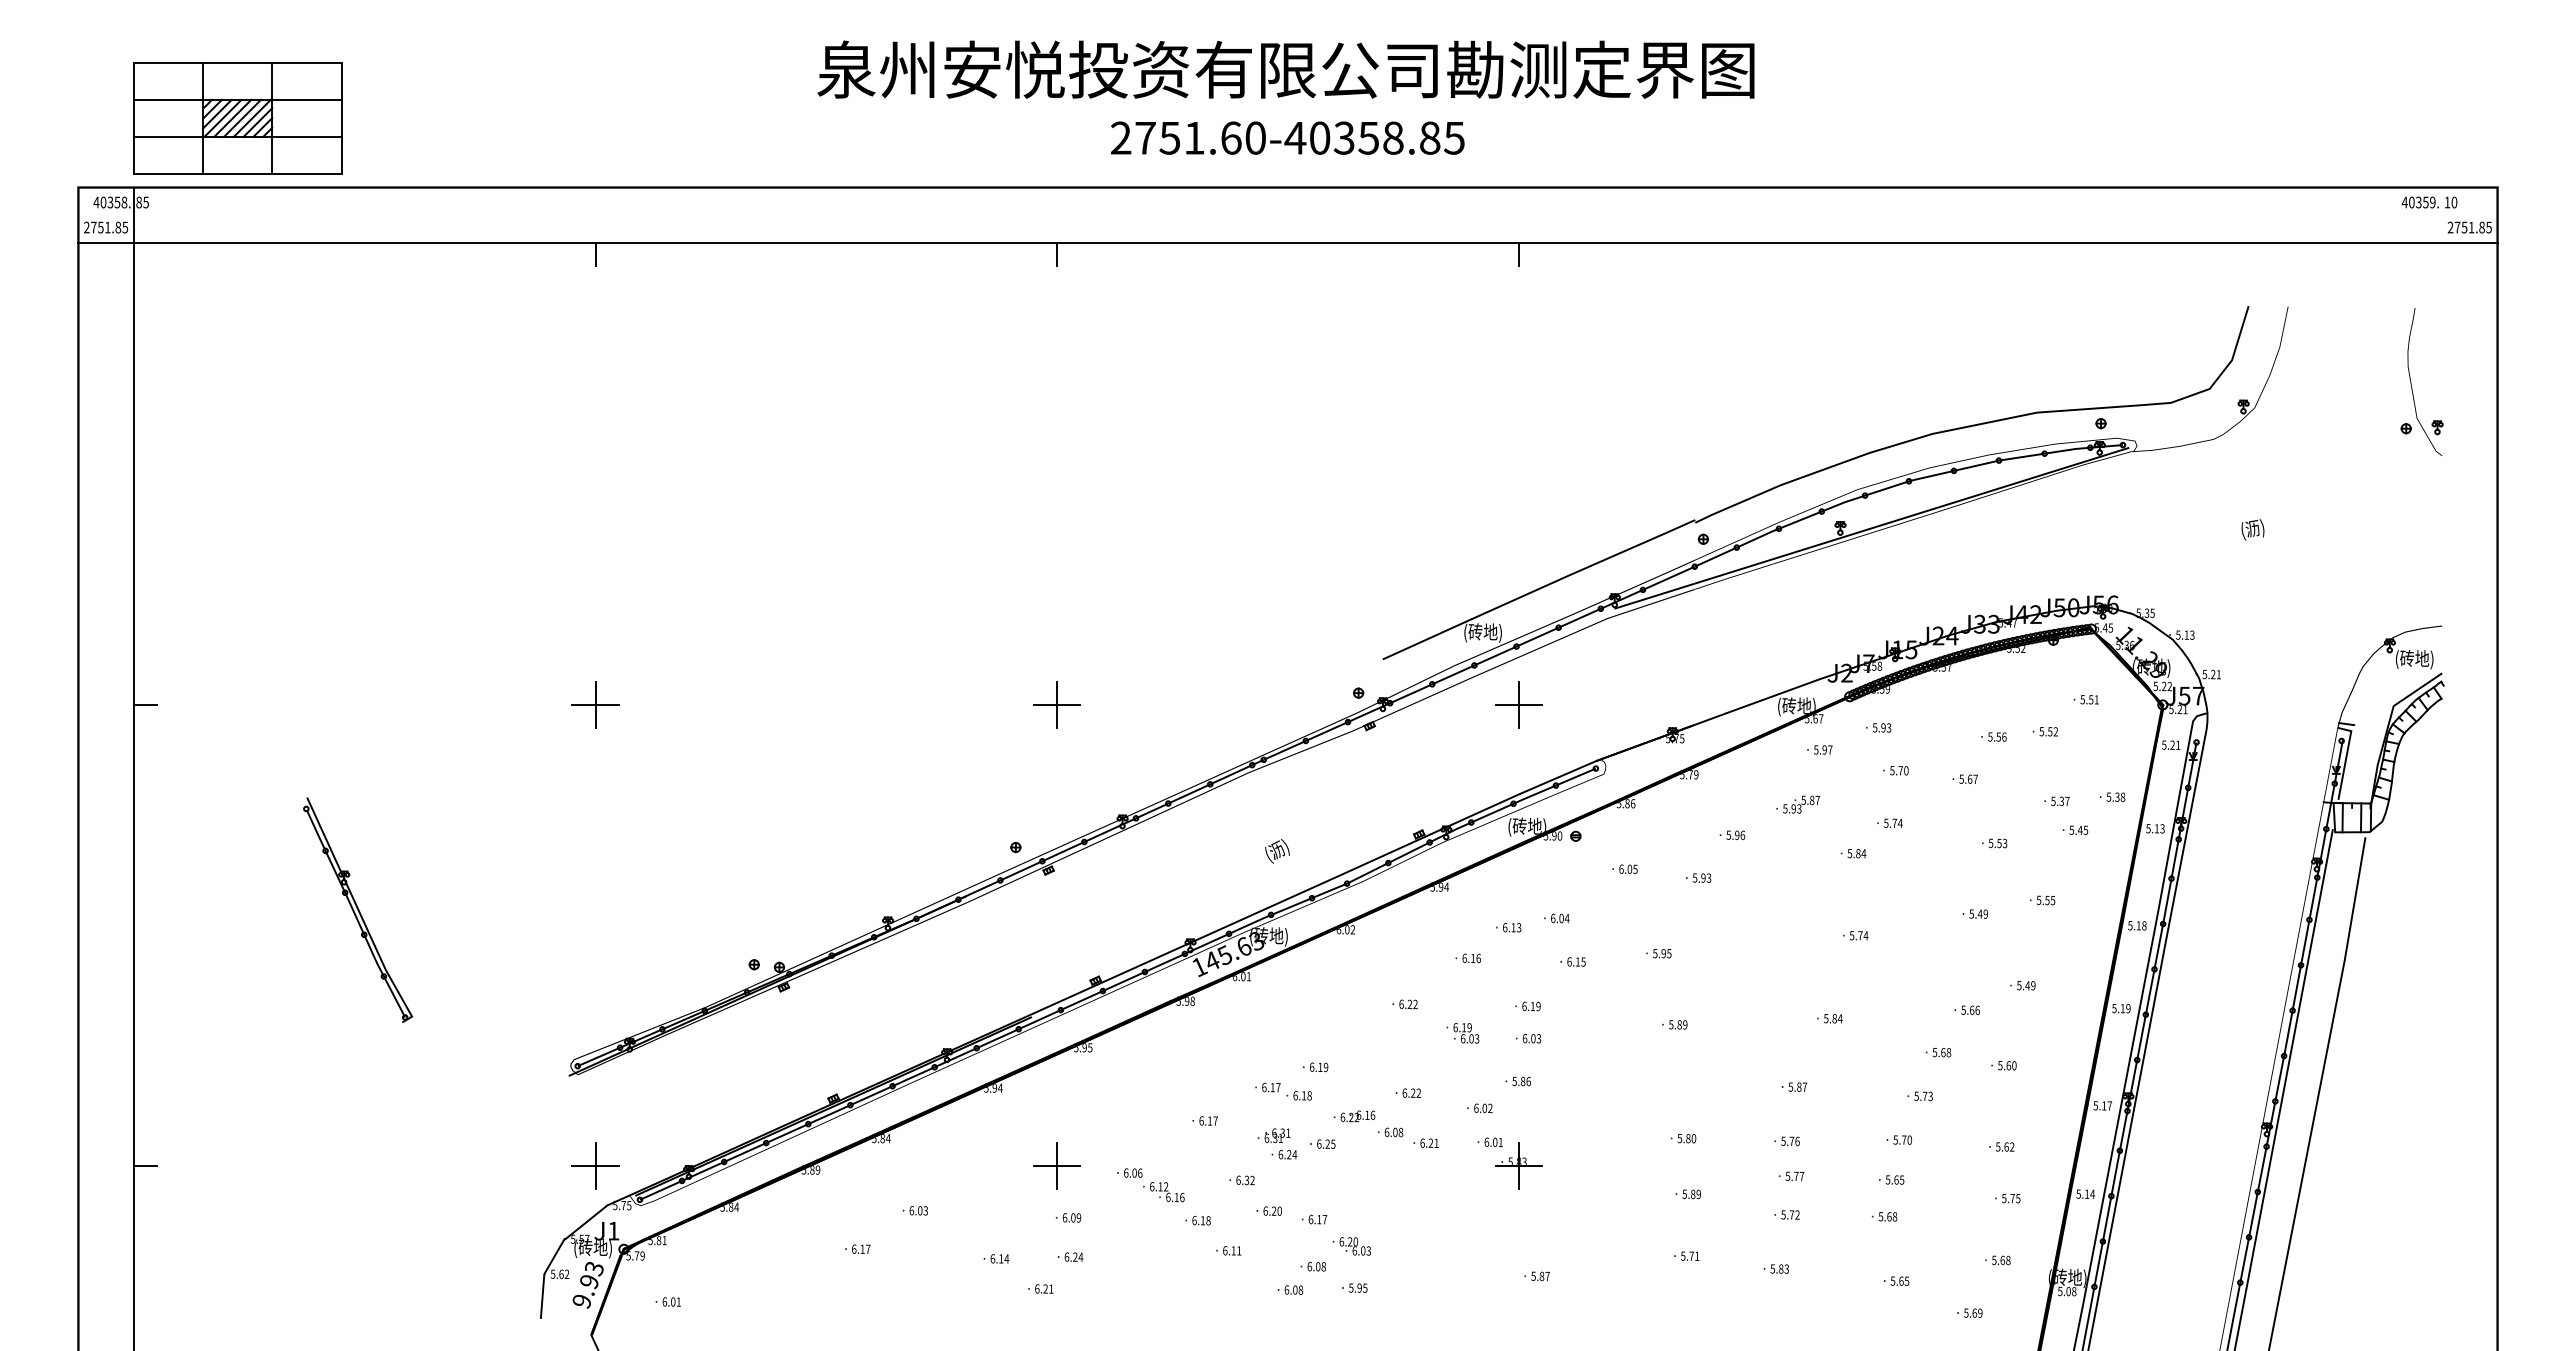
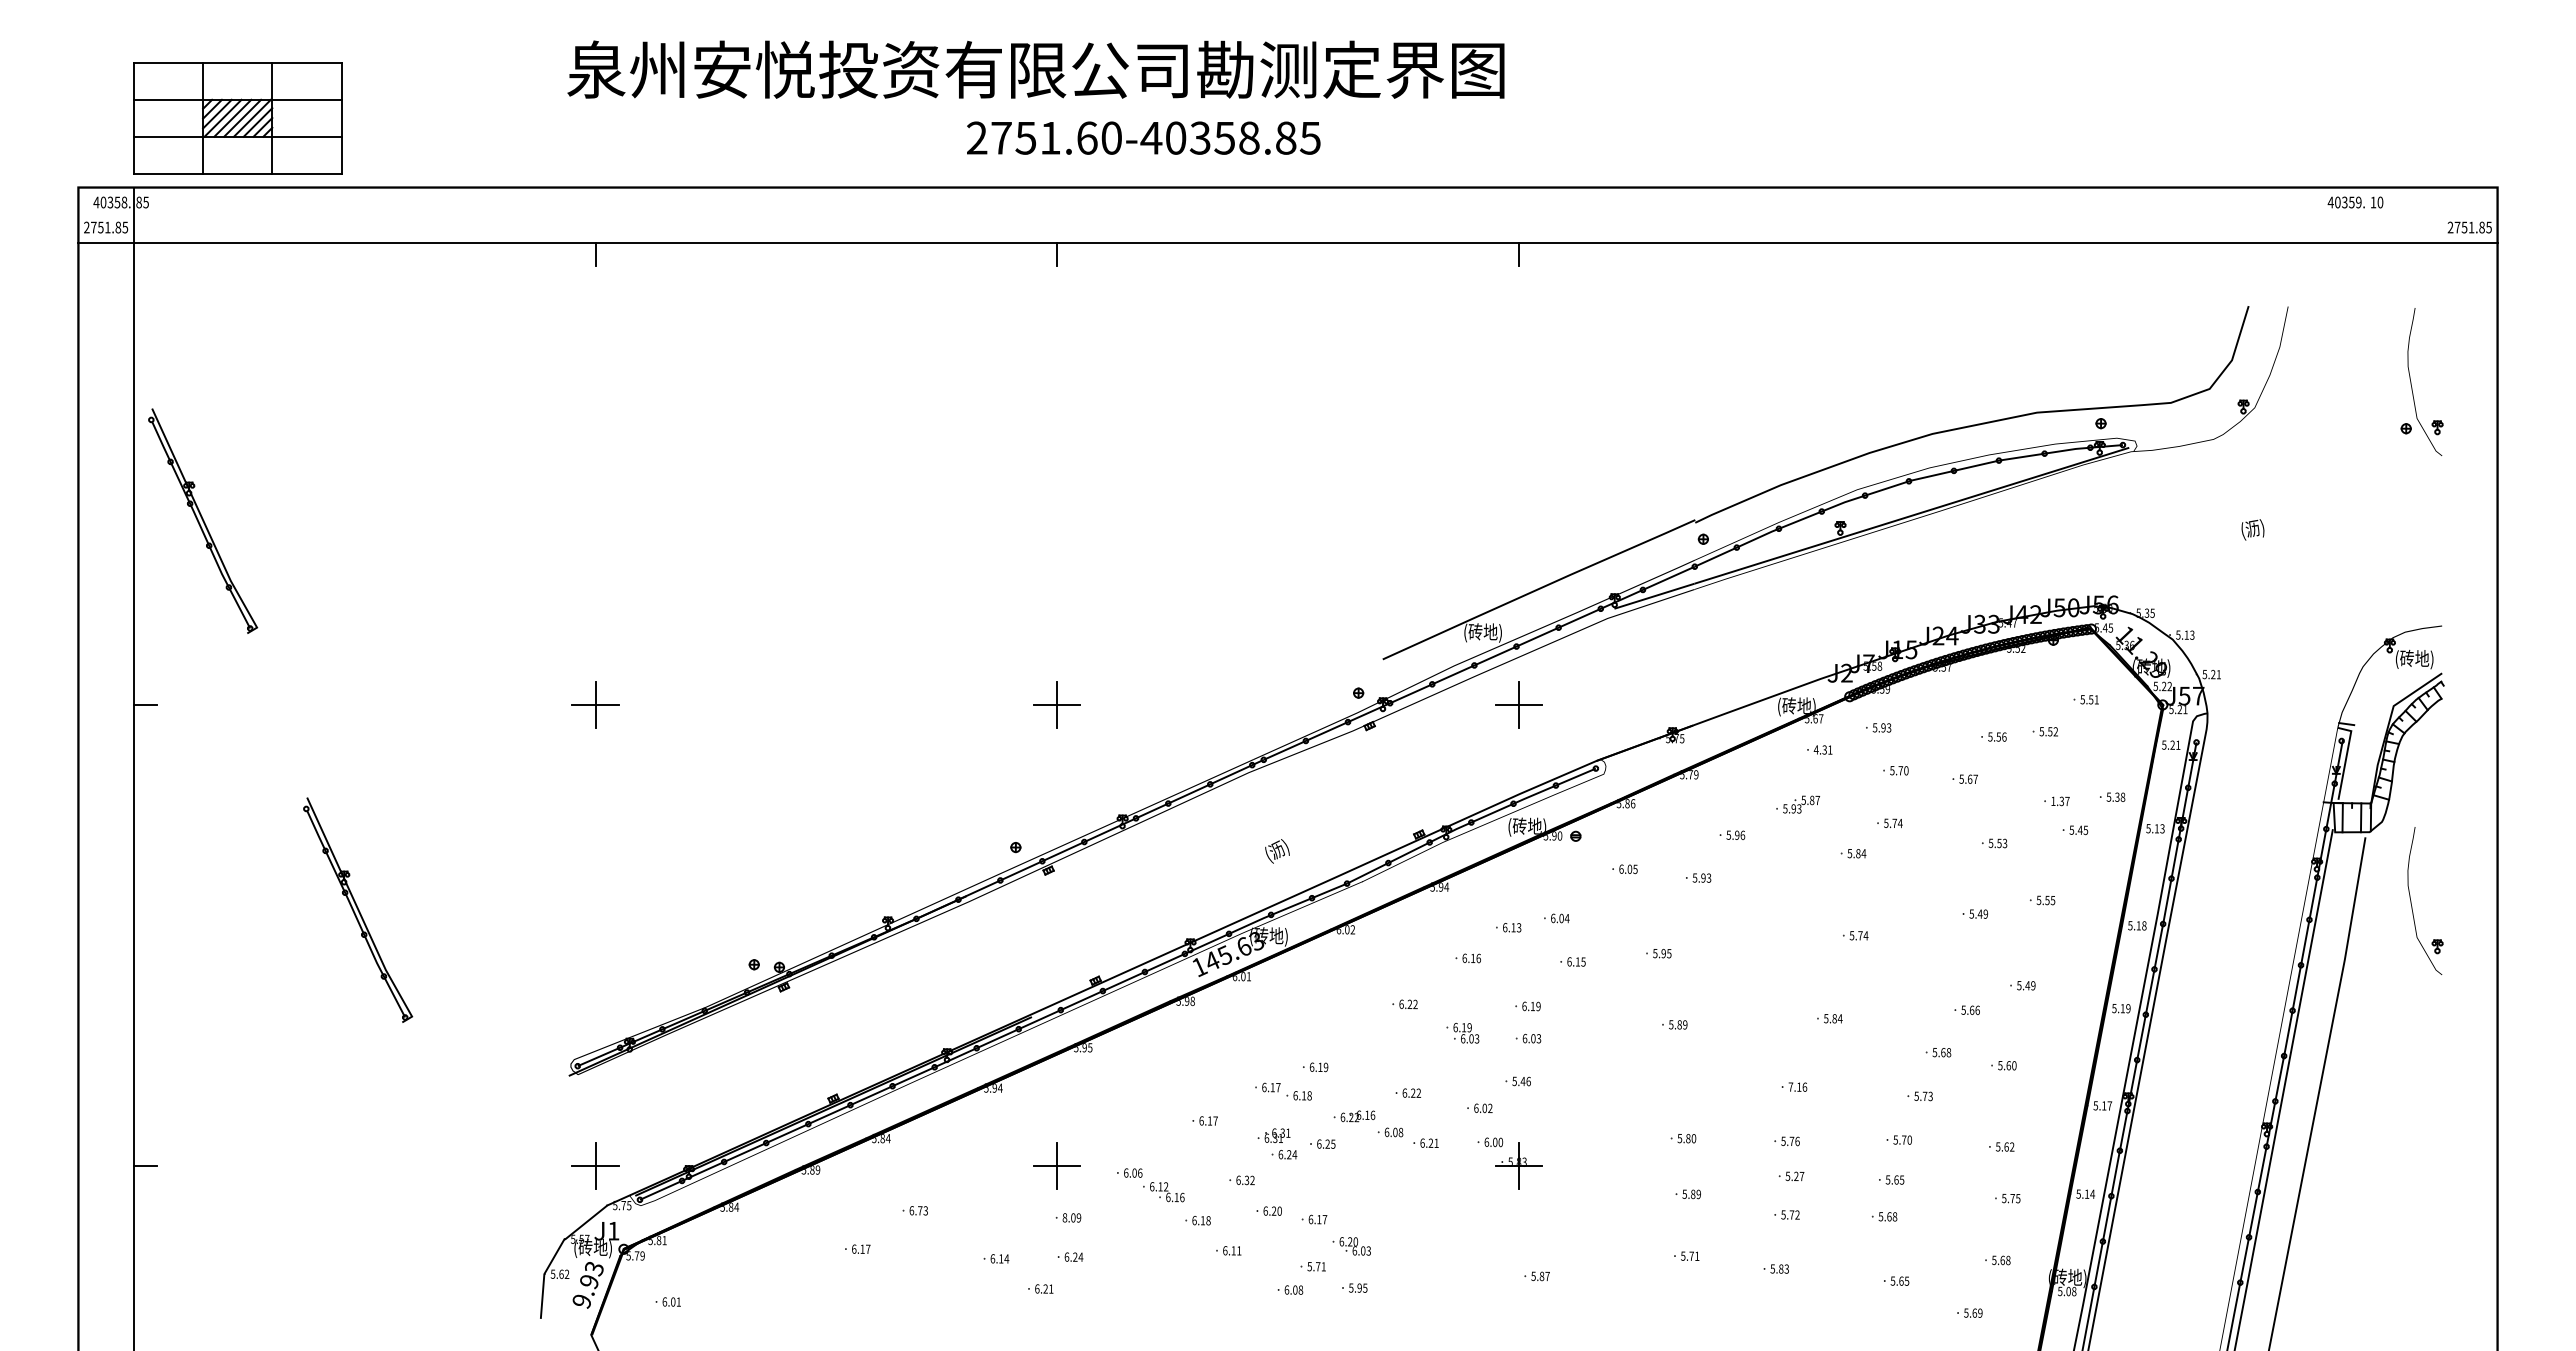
text at (1285, 69) position: (1285, 69) -> (1035, 69)
text at (1287, 137) position: (1287, 137) -> (1143, 137)
text at (2429, 202) position: (2429, 202) -> (2355, 202)
part at (203, 520): none -> present
text at (1822, 749): 5.97 -> 4.31
text at (2053, 800): 5.37 -> 1.37
part at (2411, 900): none -> present
text at (1522, 1081): 5.86 -> 5.46
text at (1797, 1086): 5.87 -> 7.16
text at (1500, 1142): 6.01 -> 6.00
text at (1796, 1175): 5.77 -> 5.27
text at (920, 1210): 6.03 -> 6.73
text at (1064, 1217): 6.09 -> 8.09
text at (1316, 1266): 6.08 -> 5.71
